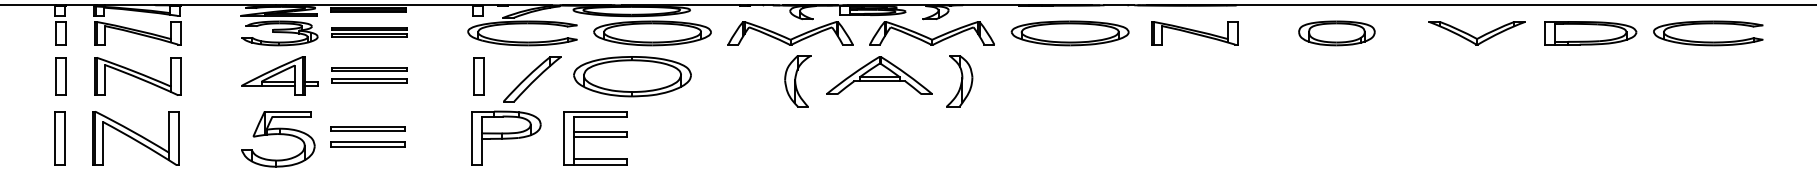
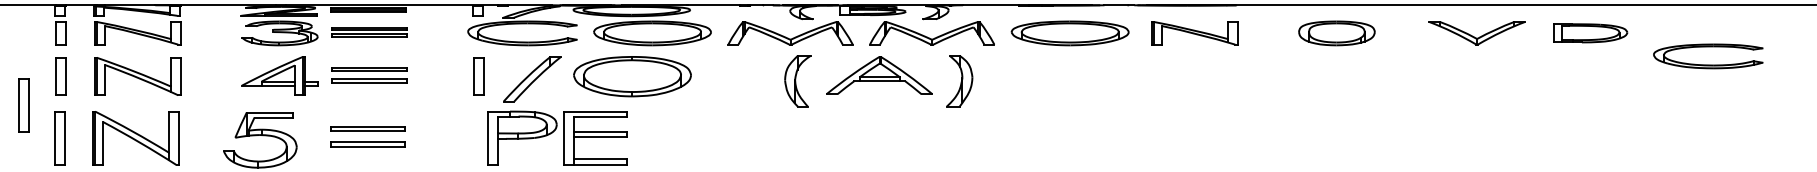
part at (1590, 33) size: 94x25 px -> 76x21 px
part at (1708, 41) position: (1708, 41) -> (1708, 64)
part at (23, 105): none -> present
part at (506, 137) position: (506, 137) -> (522, 137)
part at (278, 139) position: (278, 139) -> (260, 140)
